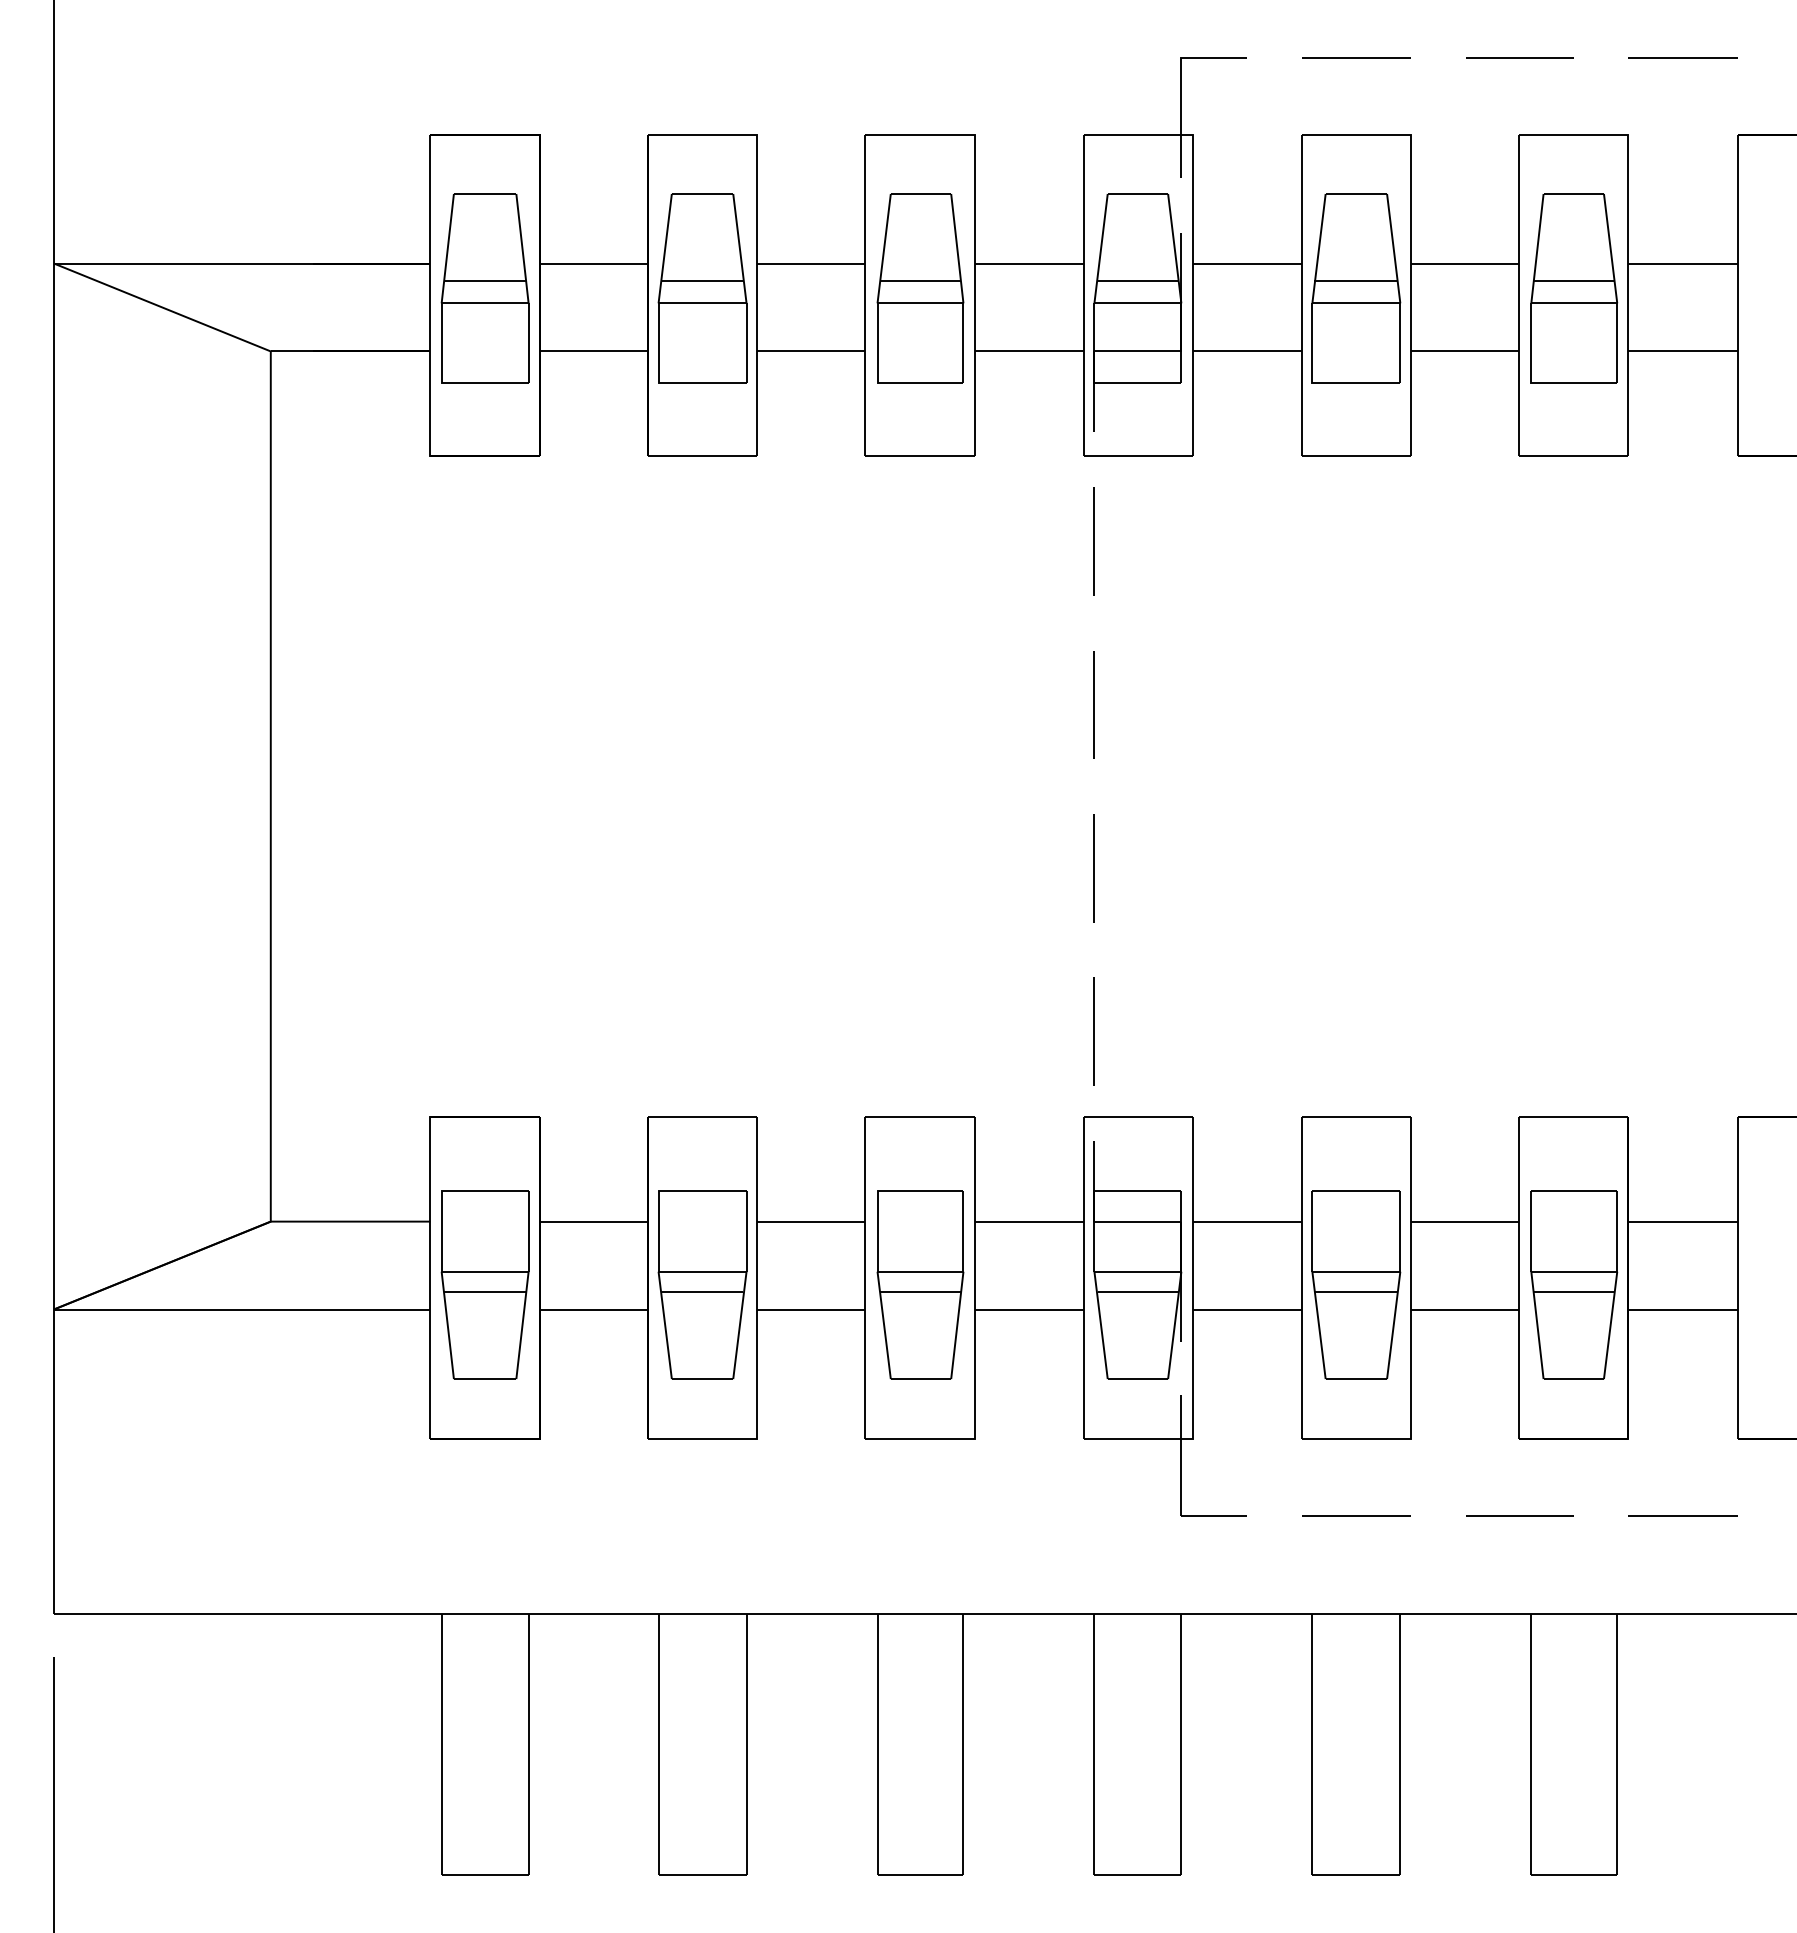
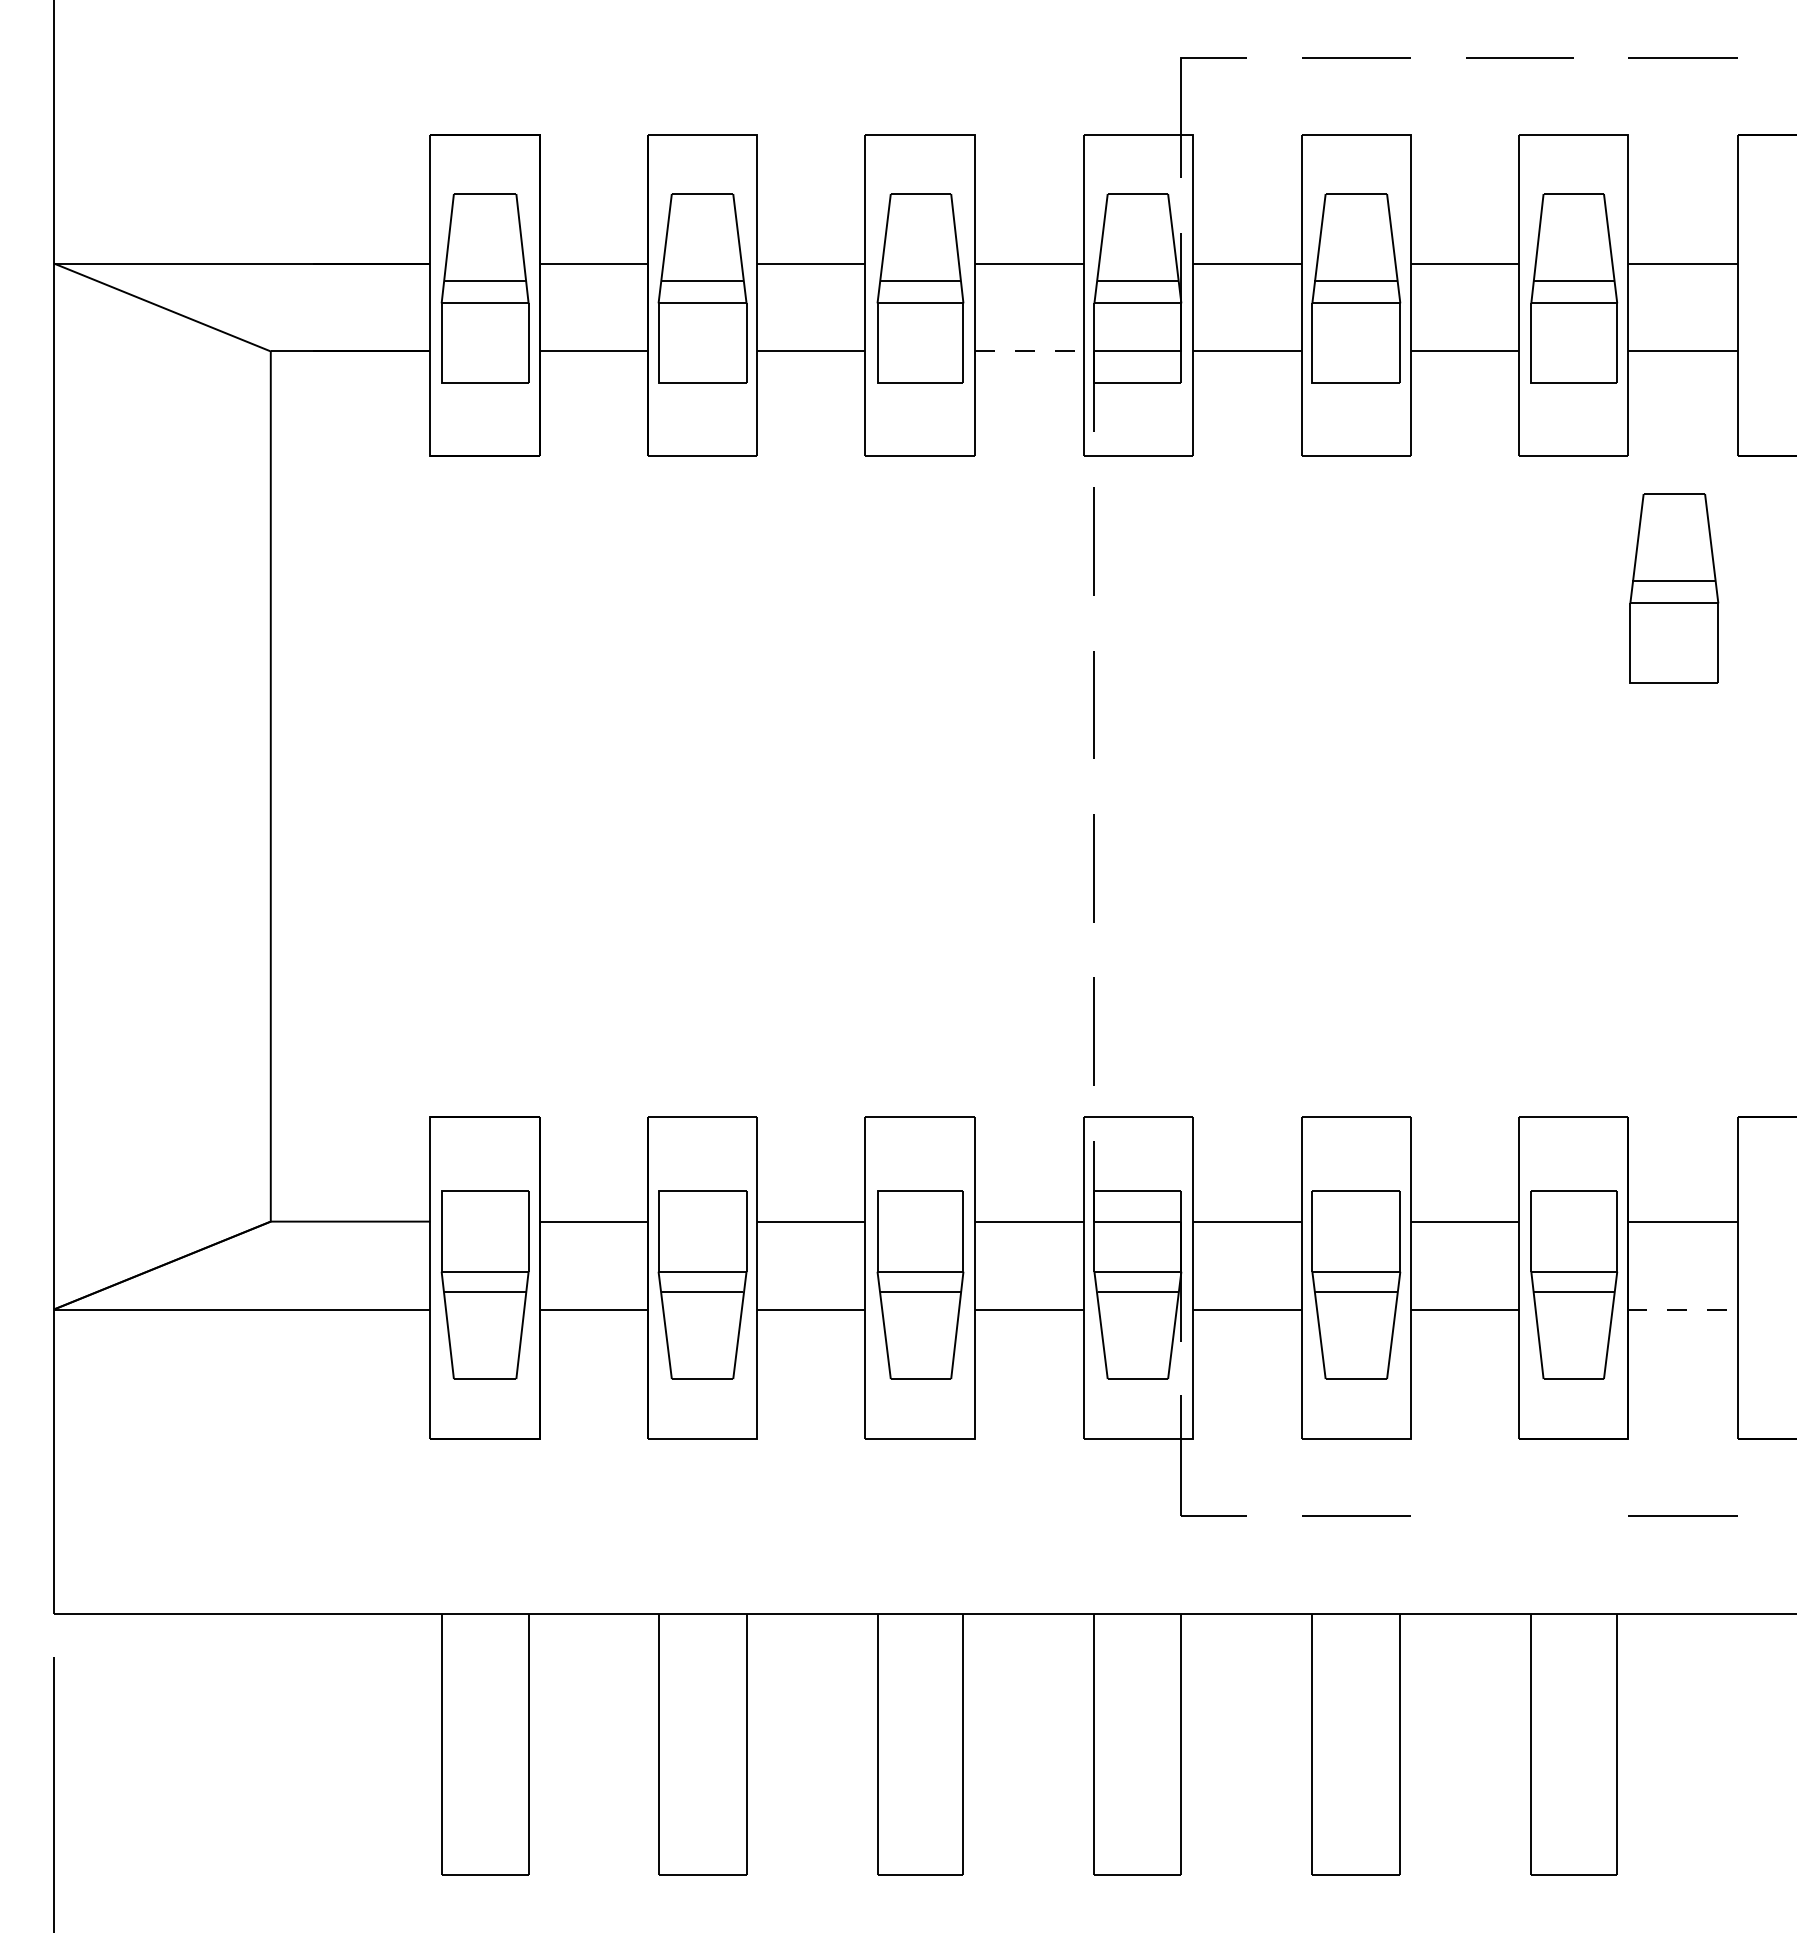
line at (1029, 351): solid -> dashed
part at (1674, 588): none -> present
line at (1683, 1309): solid -> dashed
line at (1519, 1515): present -> none
